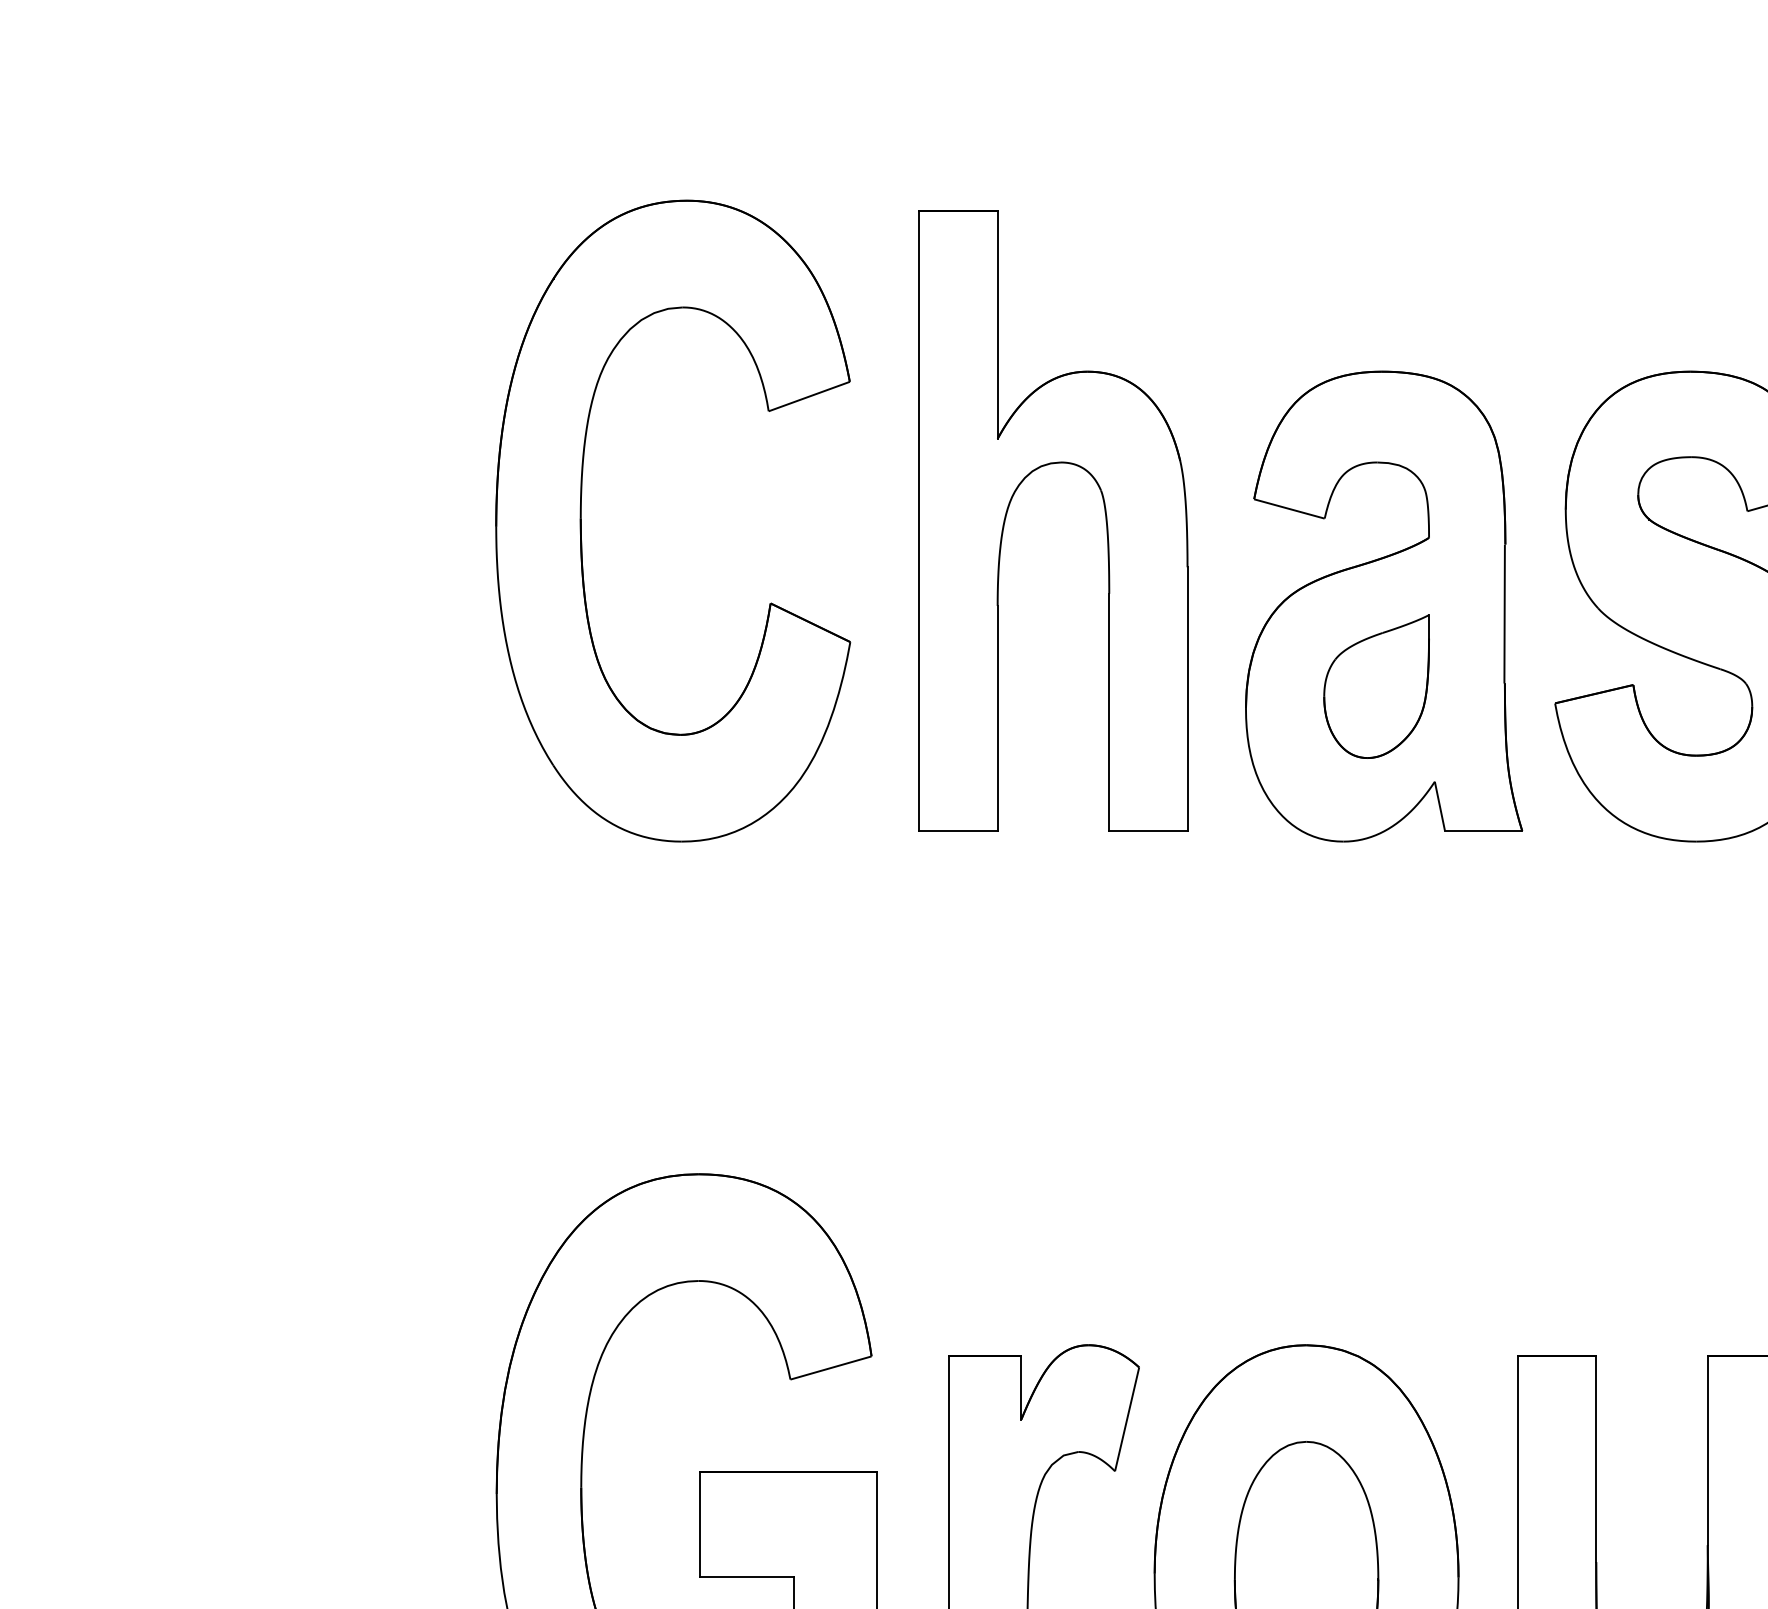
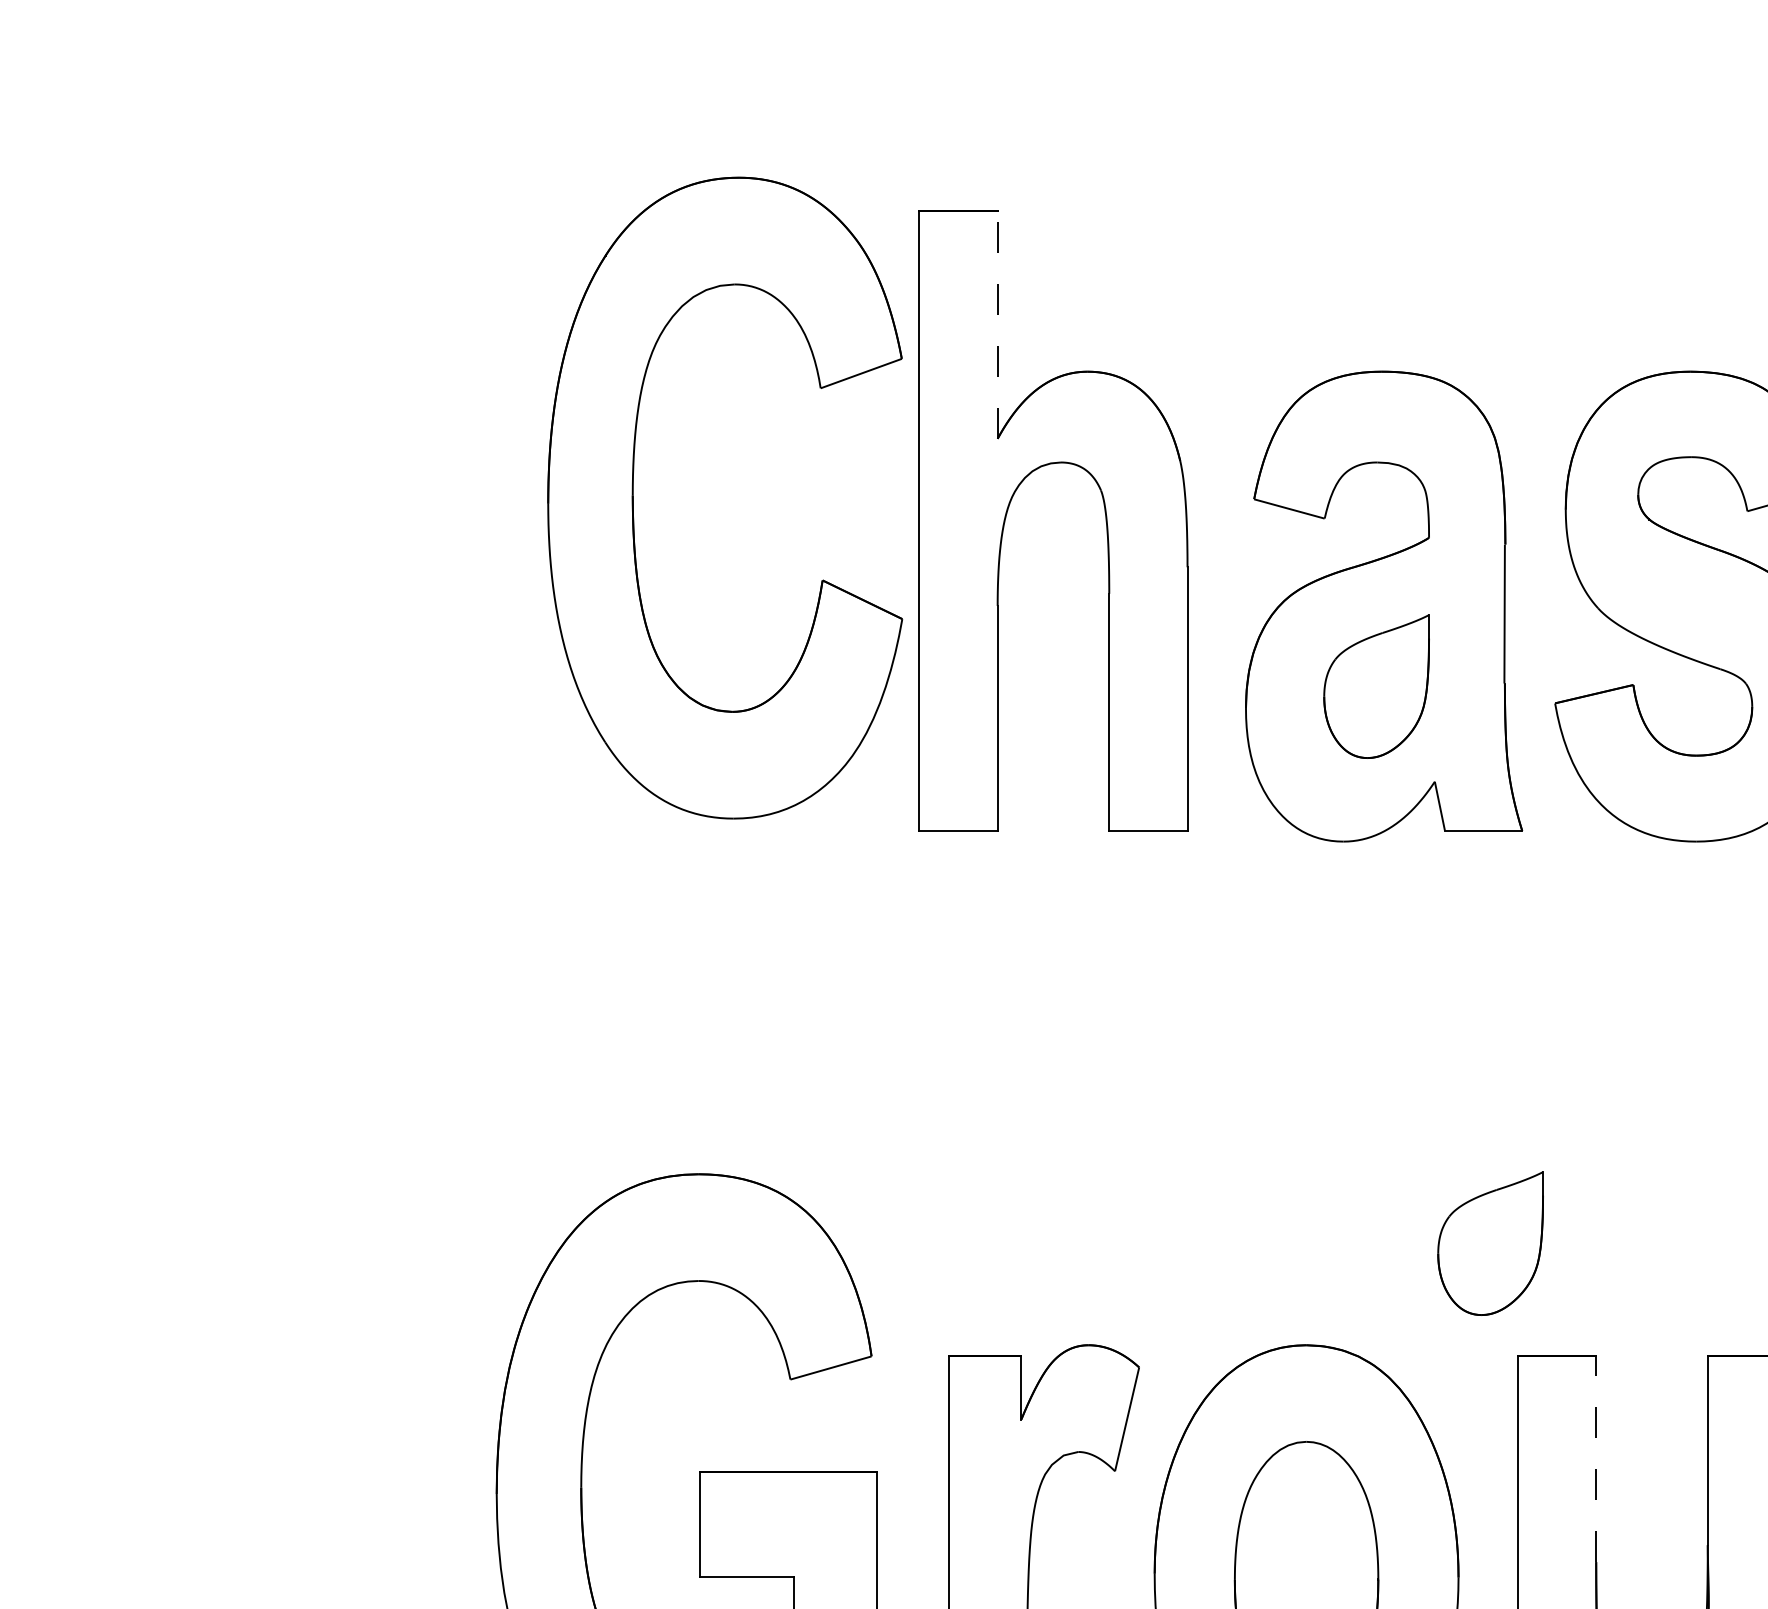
line at (997, 325): solid -> dashed
part at (581, 520) position: (581, 520) -> (633, 497)
part at (1490, 1243): none -> present
line at (1596, 1458): solid -> dashed
